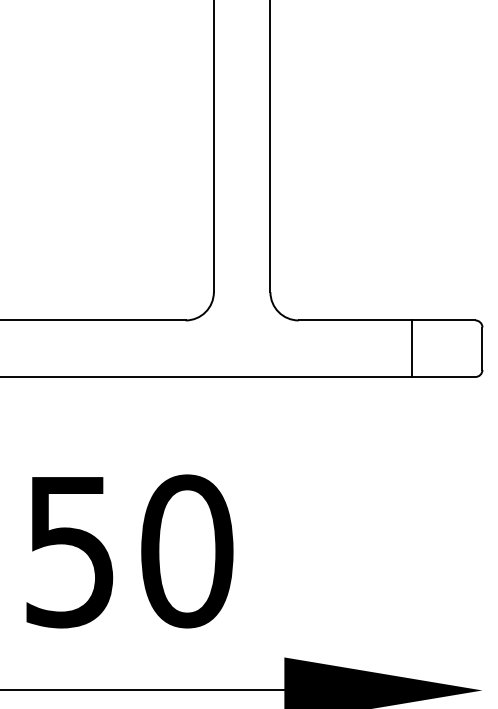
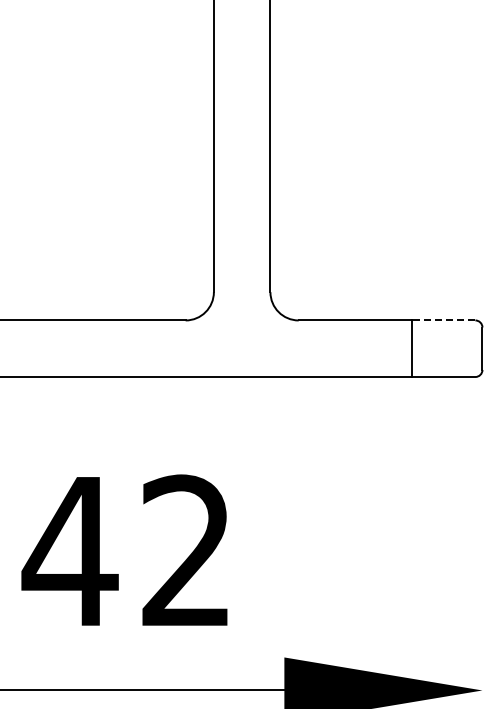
line at (443, 320): solid -> dashed
text at (127, 551): 50 -> 42
